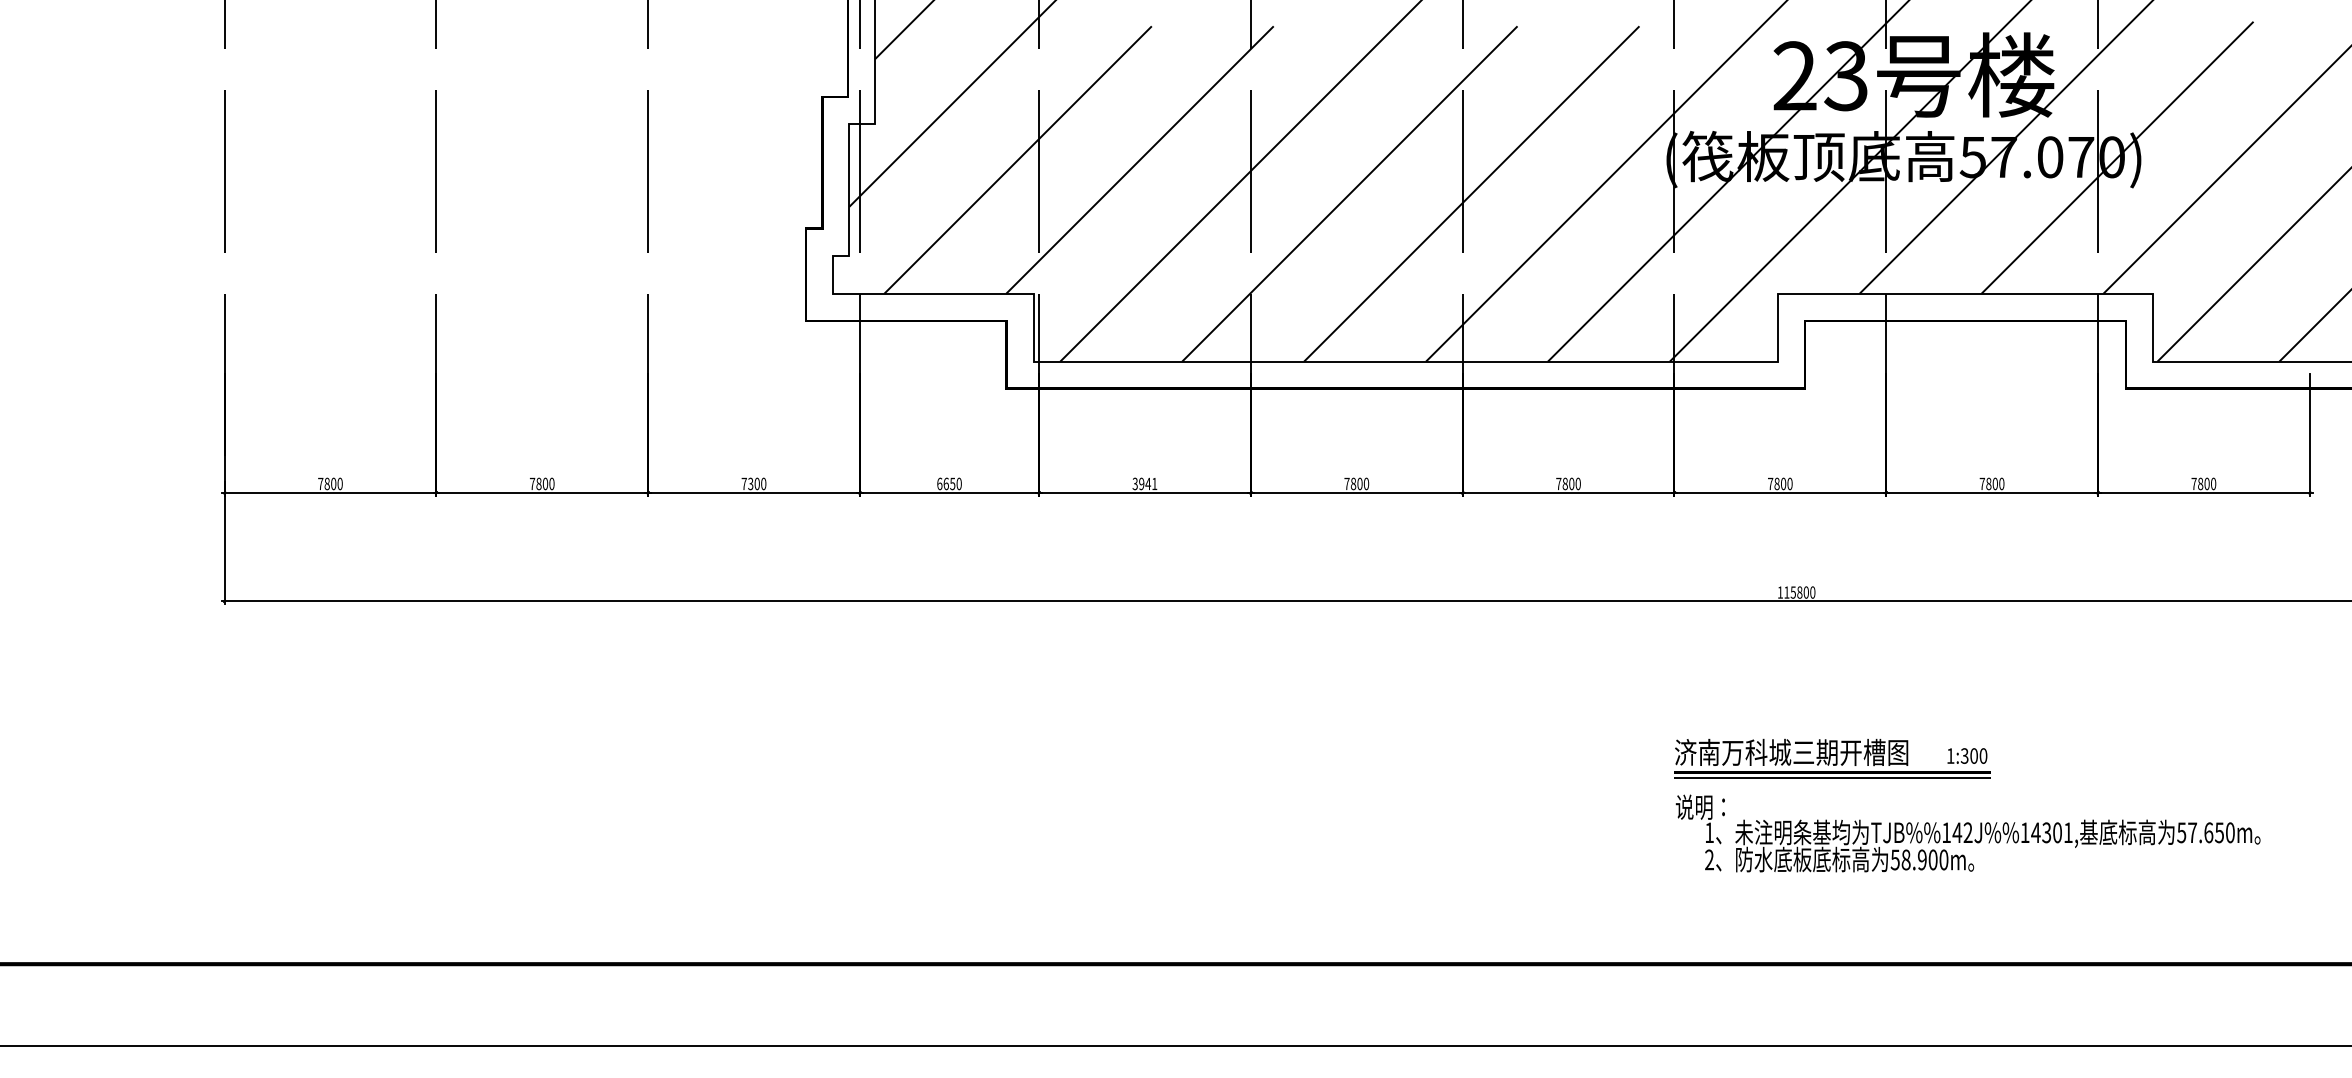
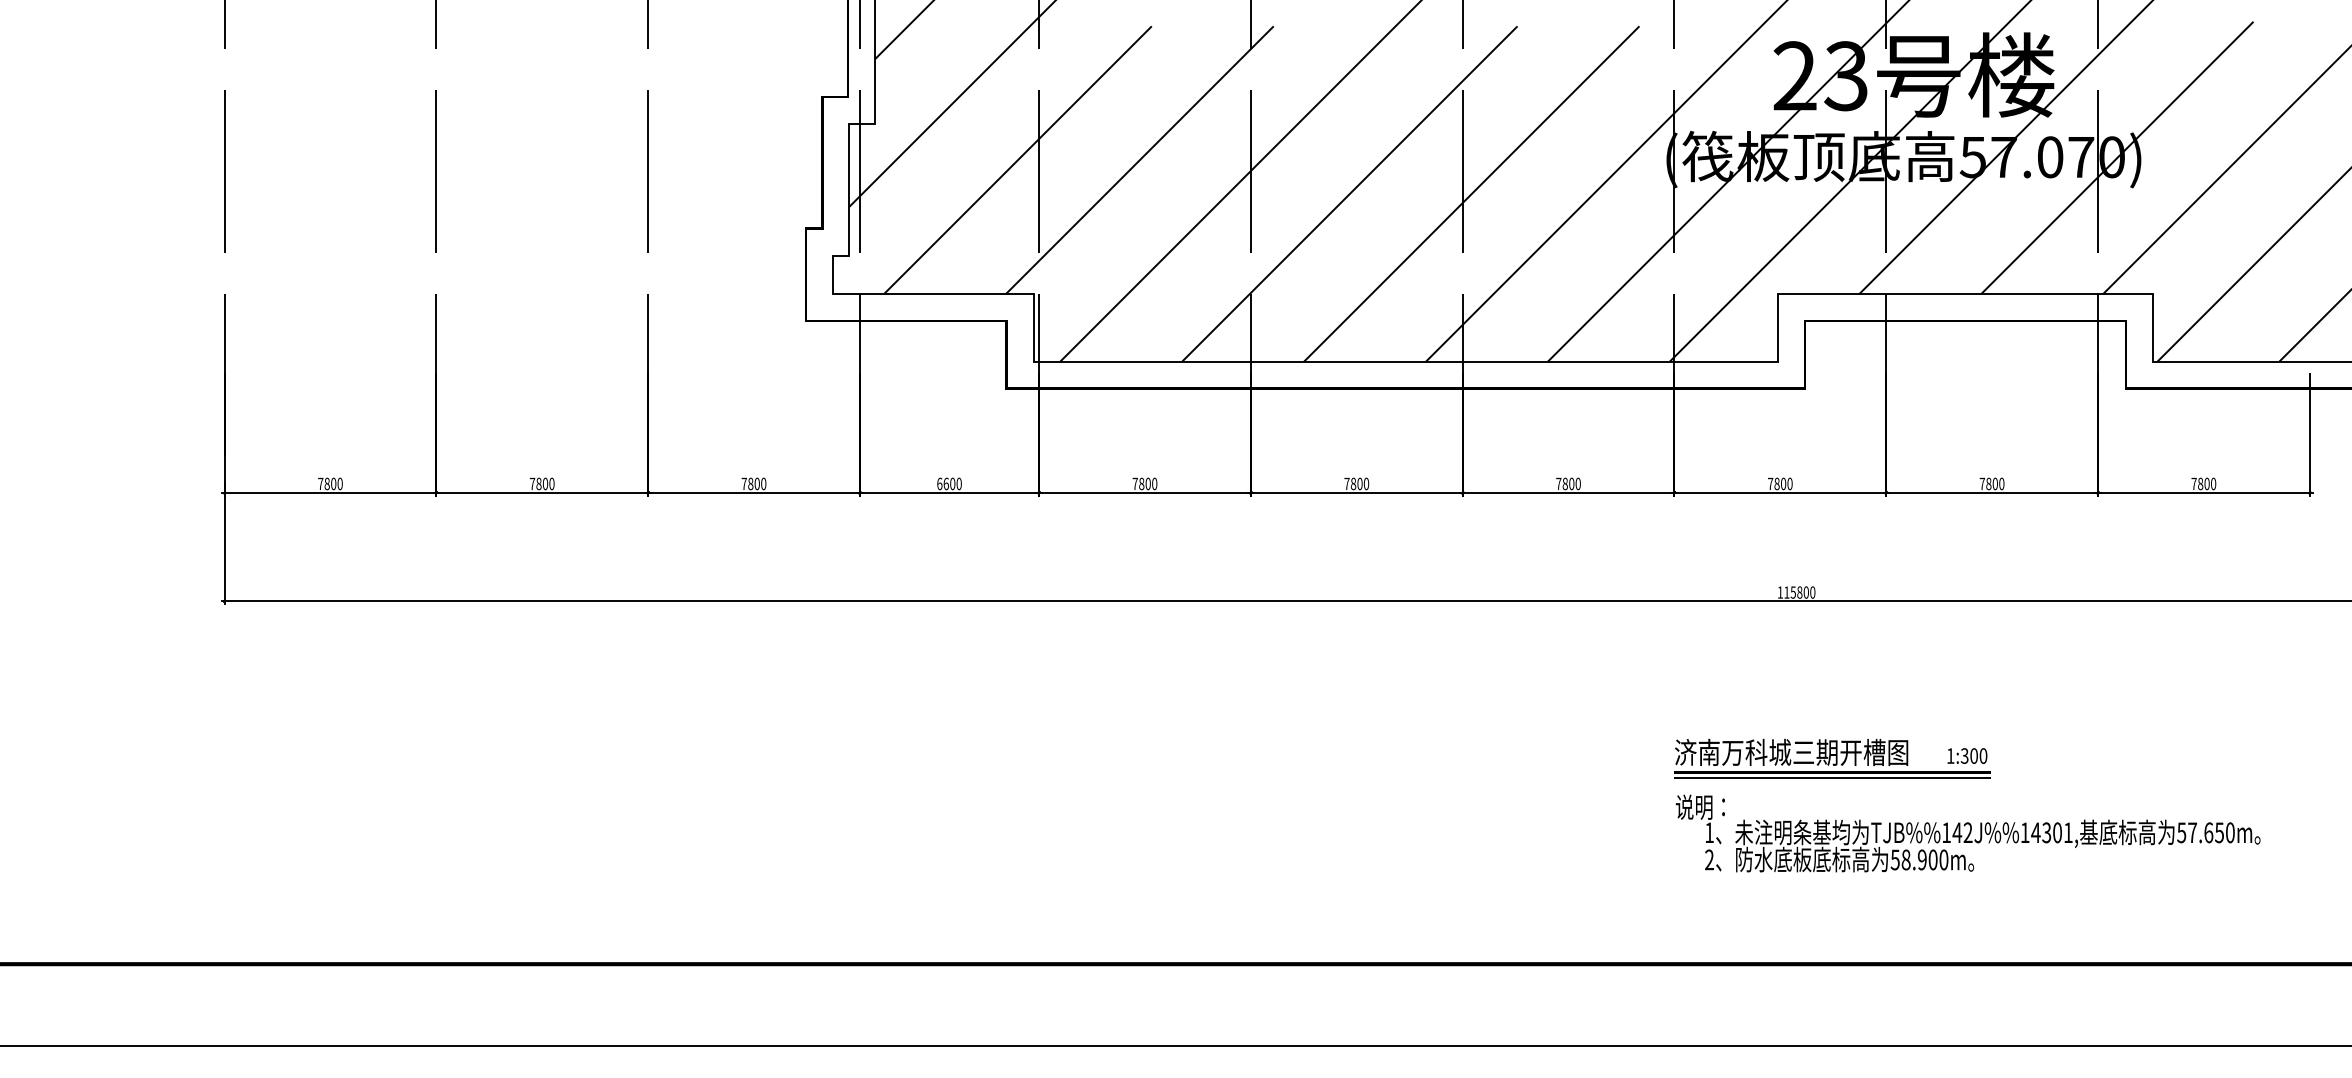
text at (750, 483): 7300 -> 7800
text at (952, 483): 6650 -> 6600
text at (1144, 483): 3941 -> 7800
